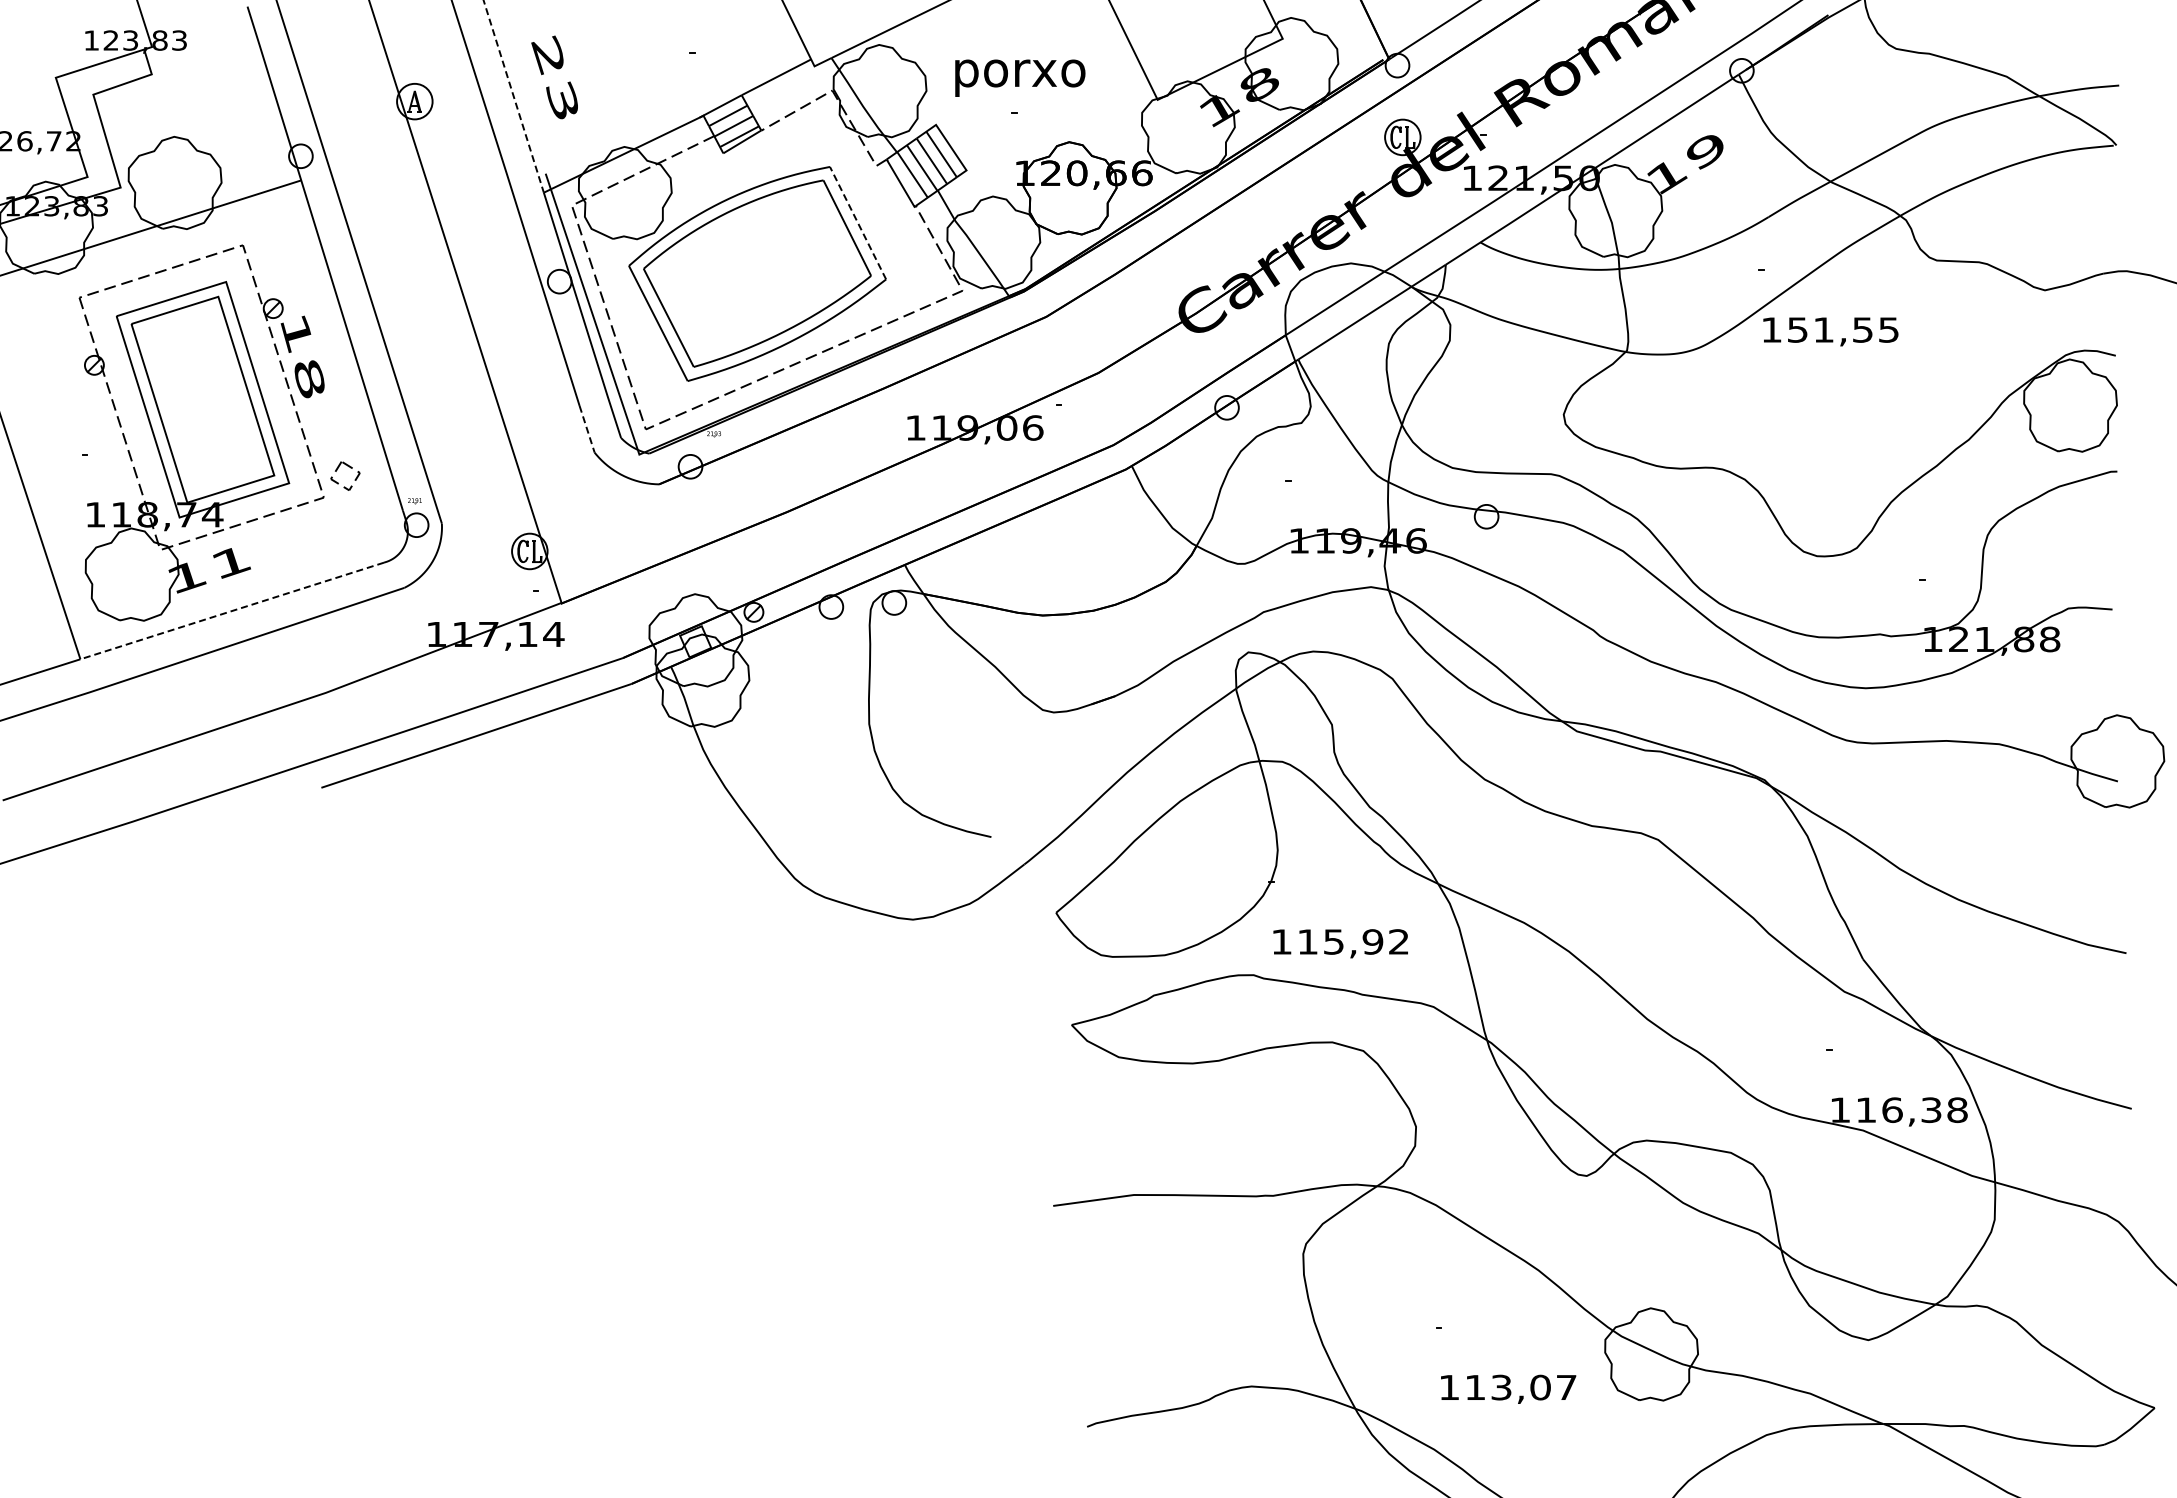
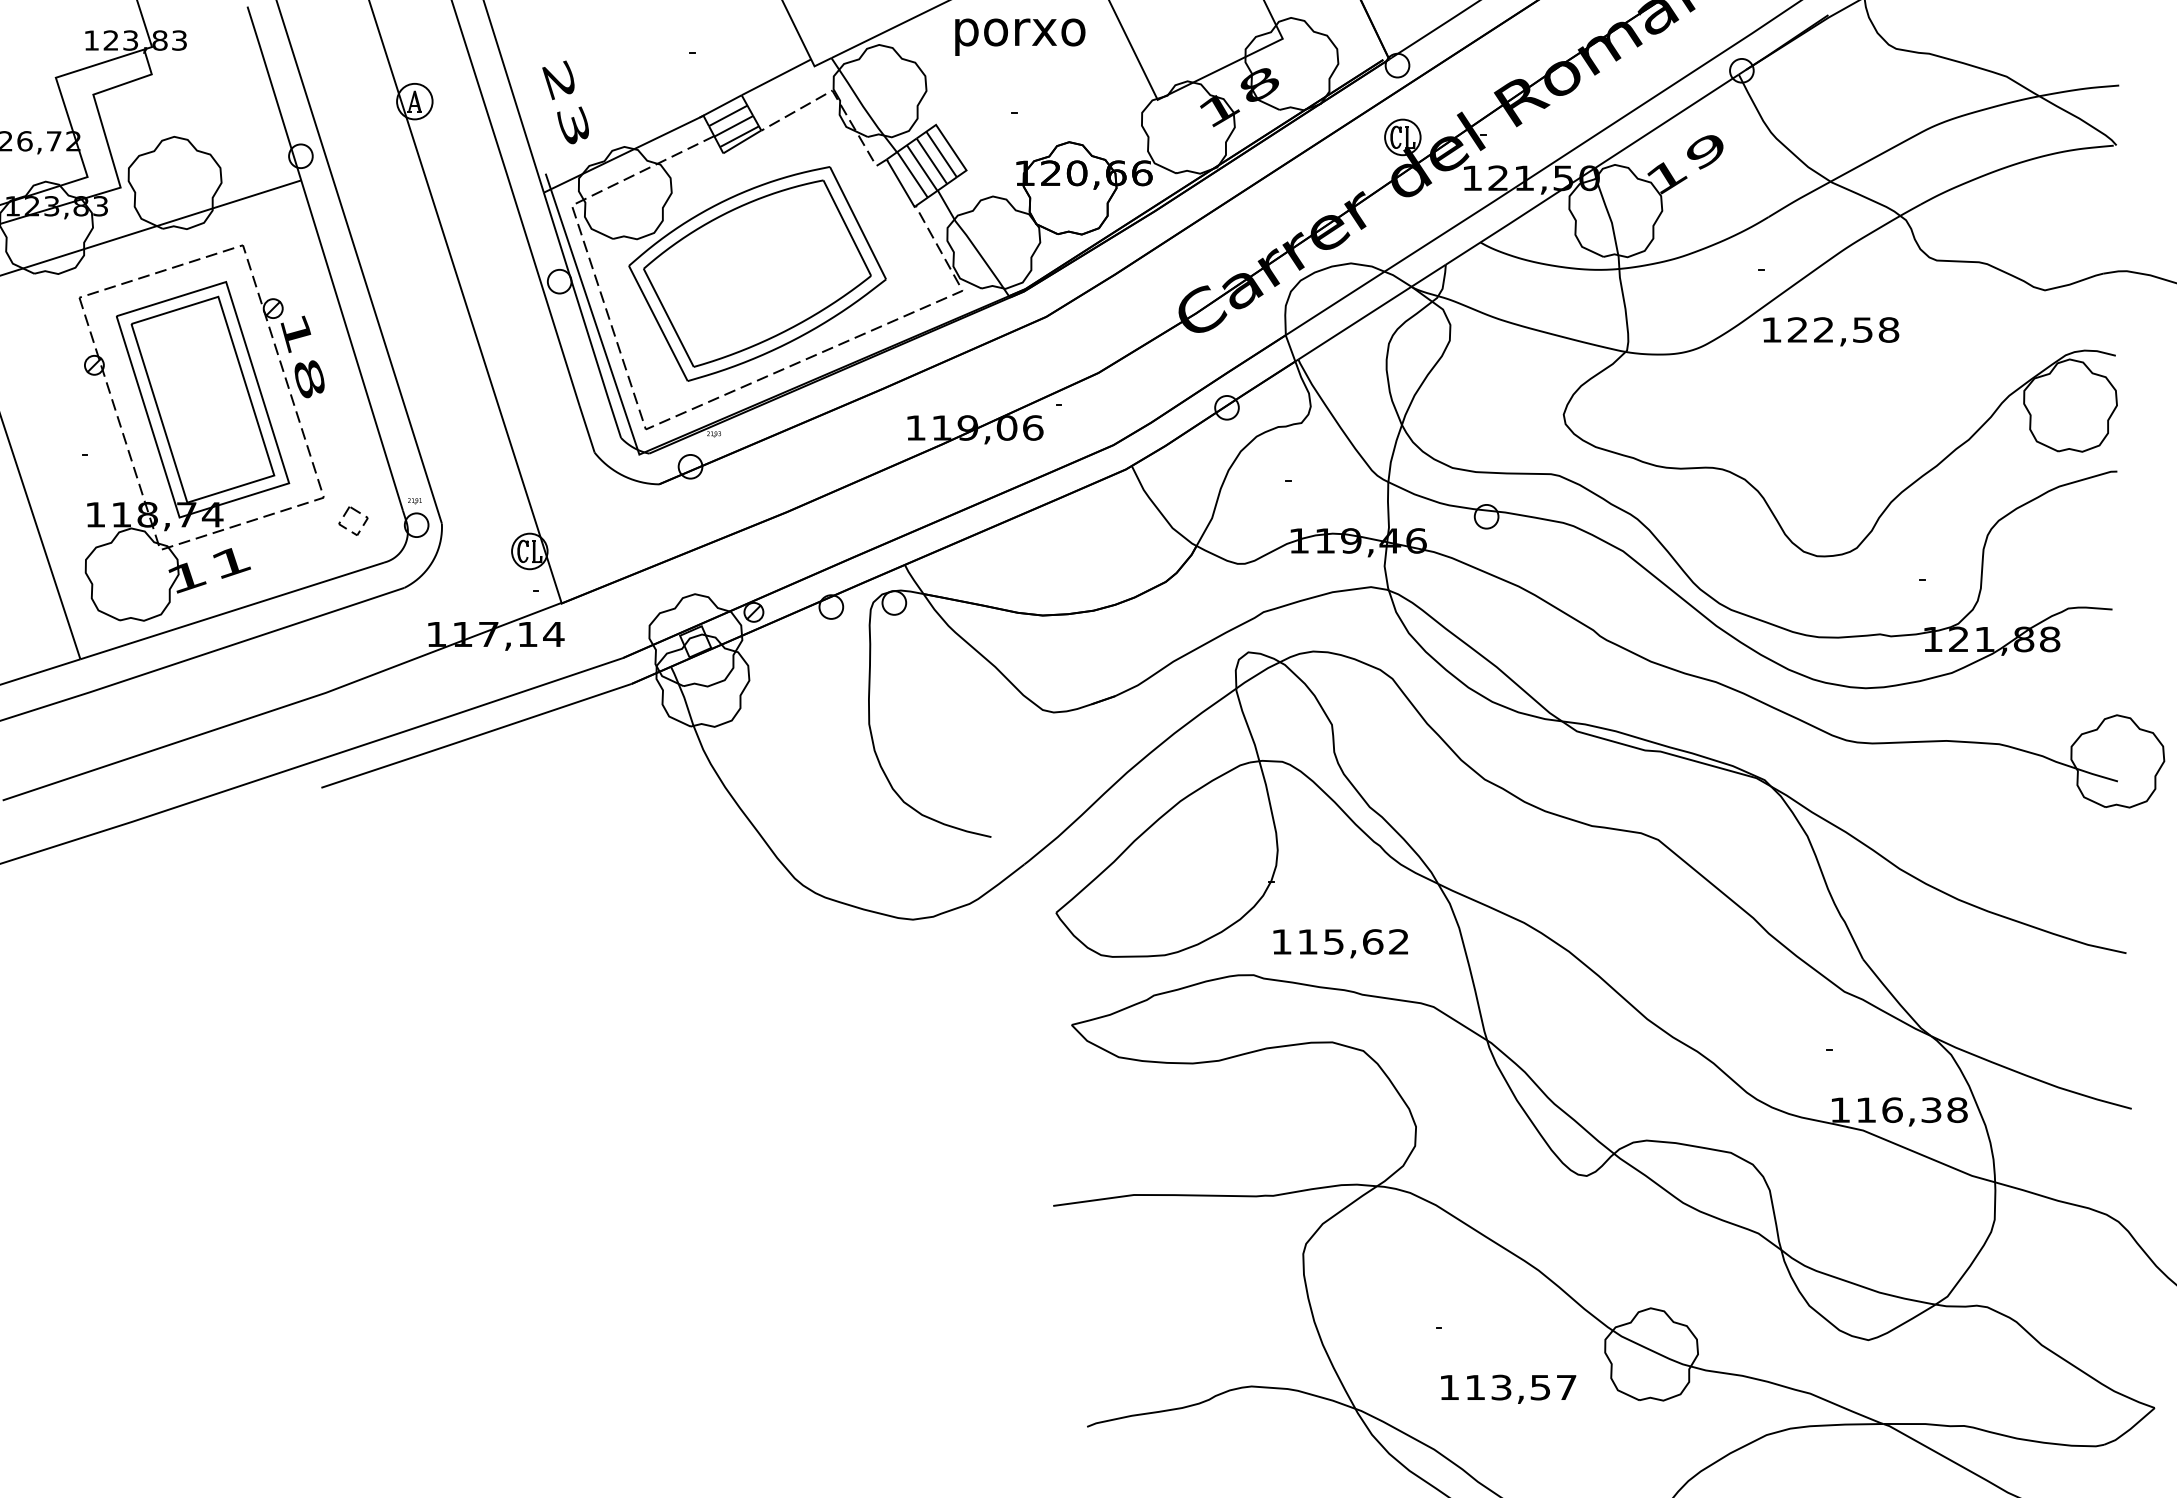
text at (554, 77) position: (554, 77) -> (565, 102)
text at (1020, 77) position: (1020, 77) -> (1020, 36)
line at (513, 96): dashed -> solid
line at (858, 223): dashed -> solid
text at (1843, 329): 151,55 -> 122,58
line at (587, 429): dashed -> solid
part at (350, 468) position: (350, 468) -> (358, 513)
line at (231, 611): dashed -> solid
text at (1372, 941): 115,92 -> 115,62
text at (1540, 1387): 113,07 -> 113,57
